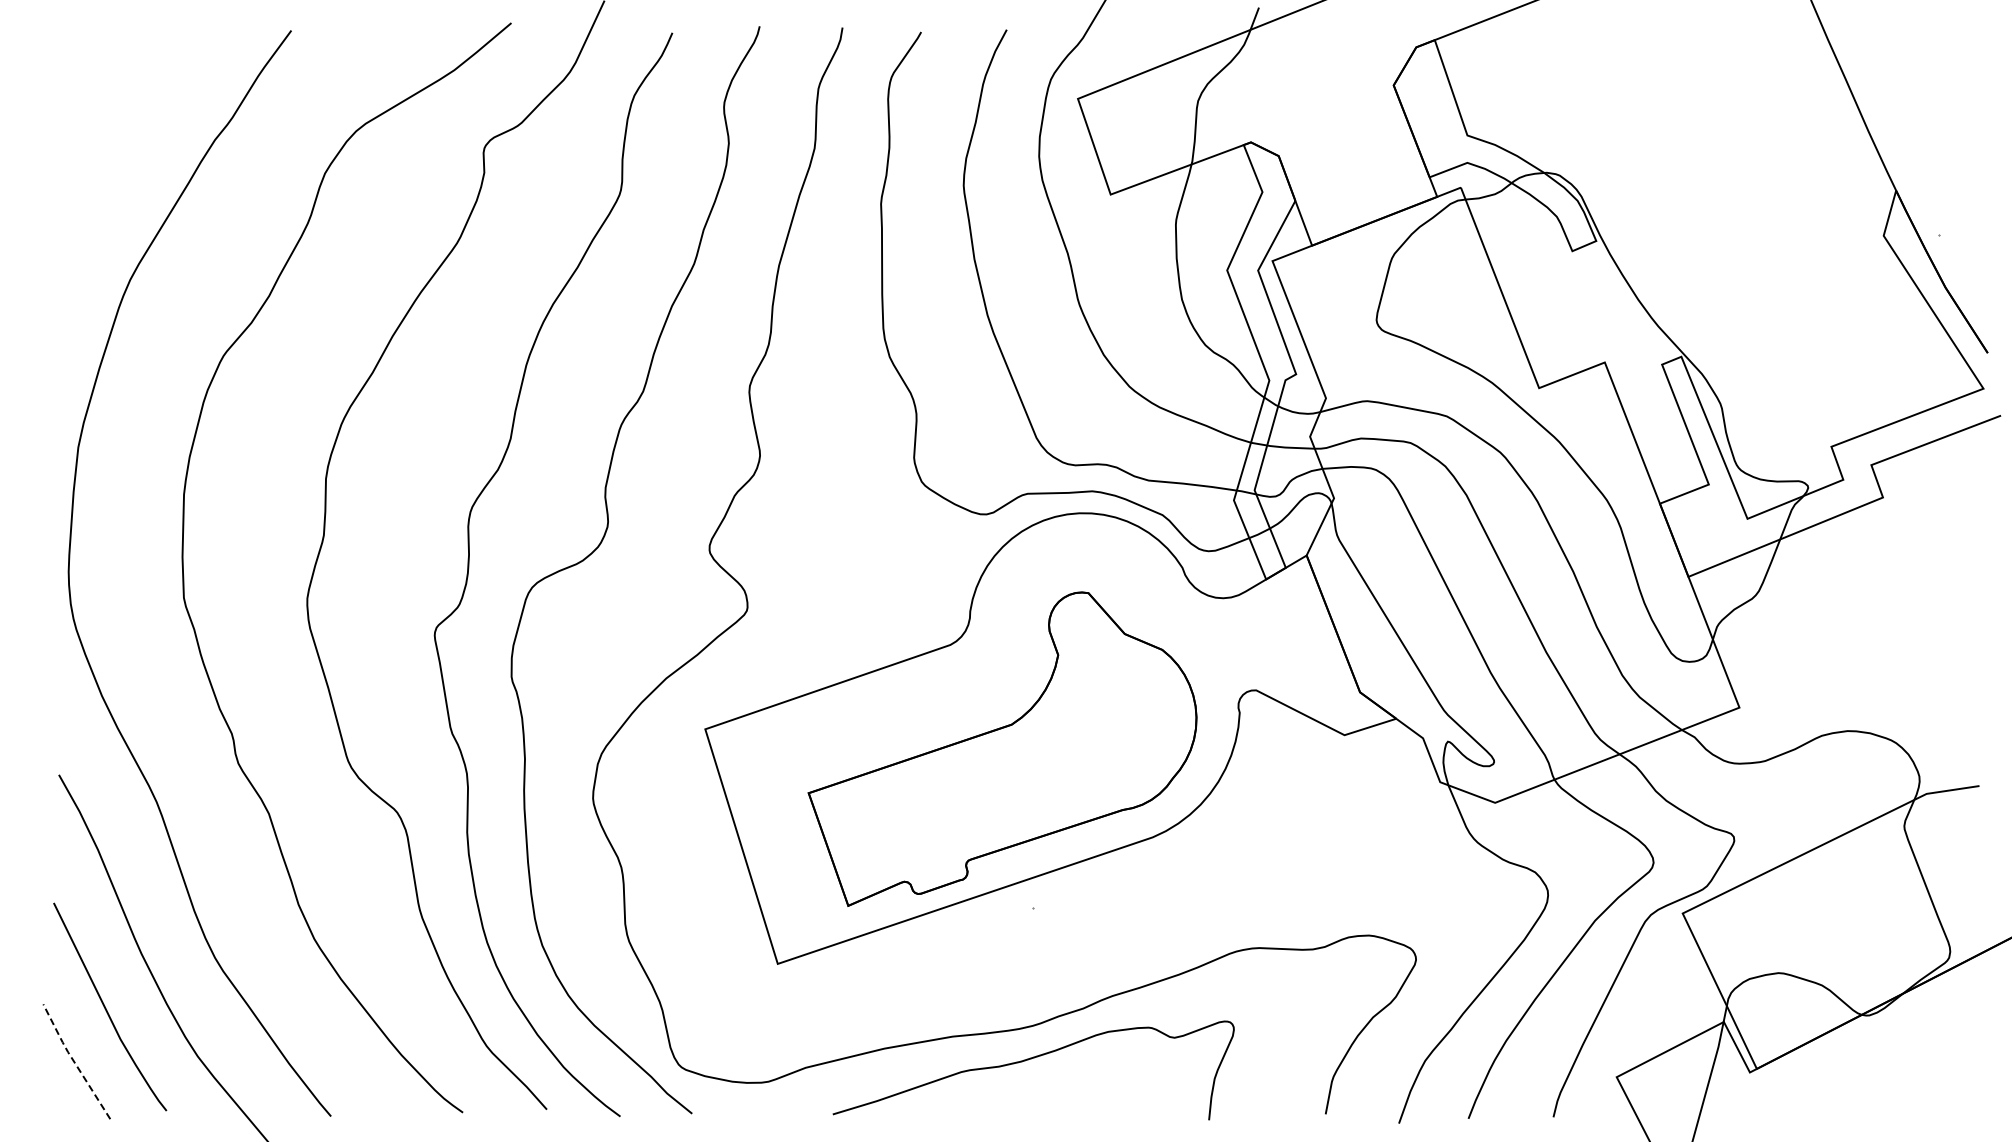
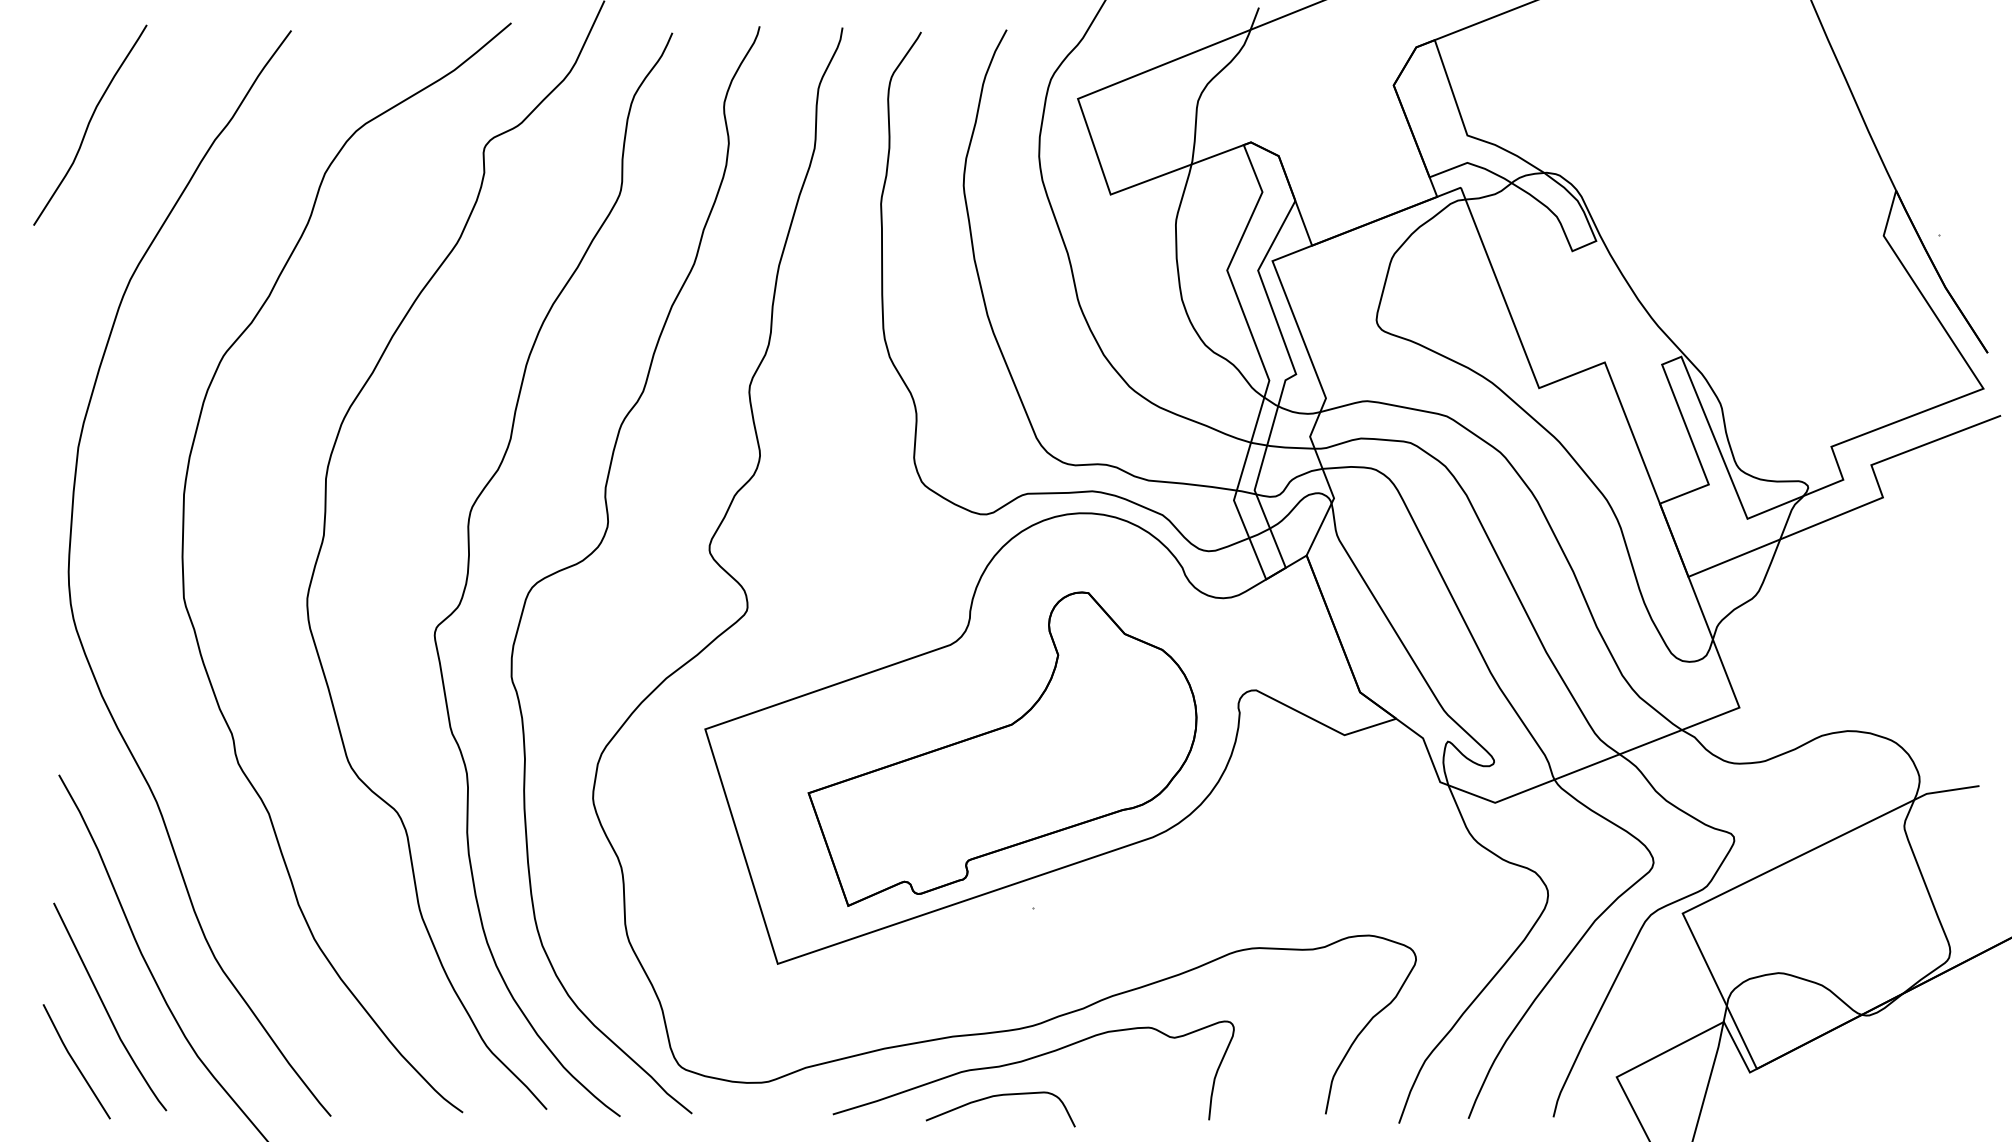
curve at (89, 124): none -> present
line at (73, 1061): dashed -> solid
curve at (1000, 1096): none -> present
